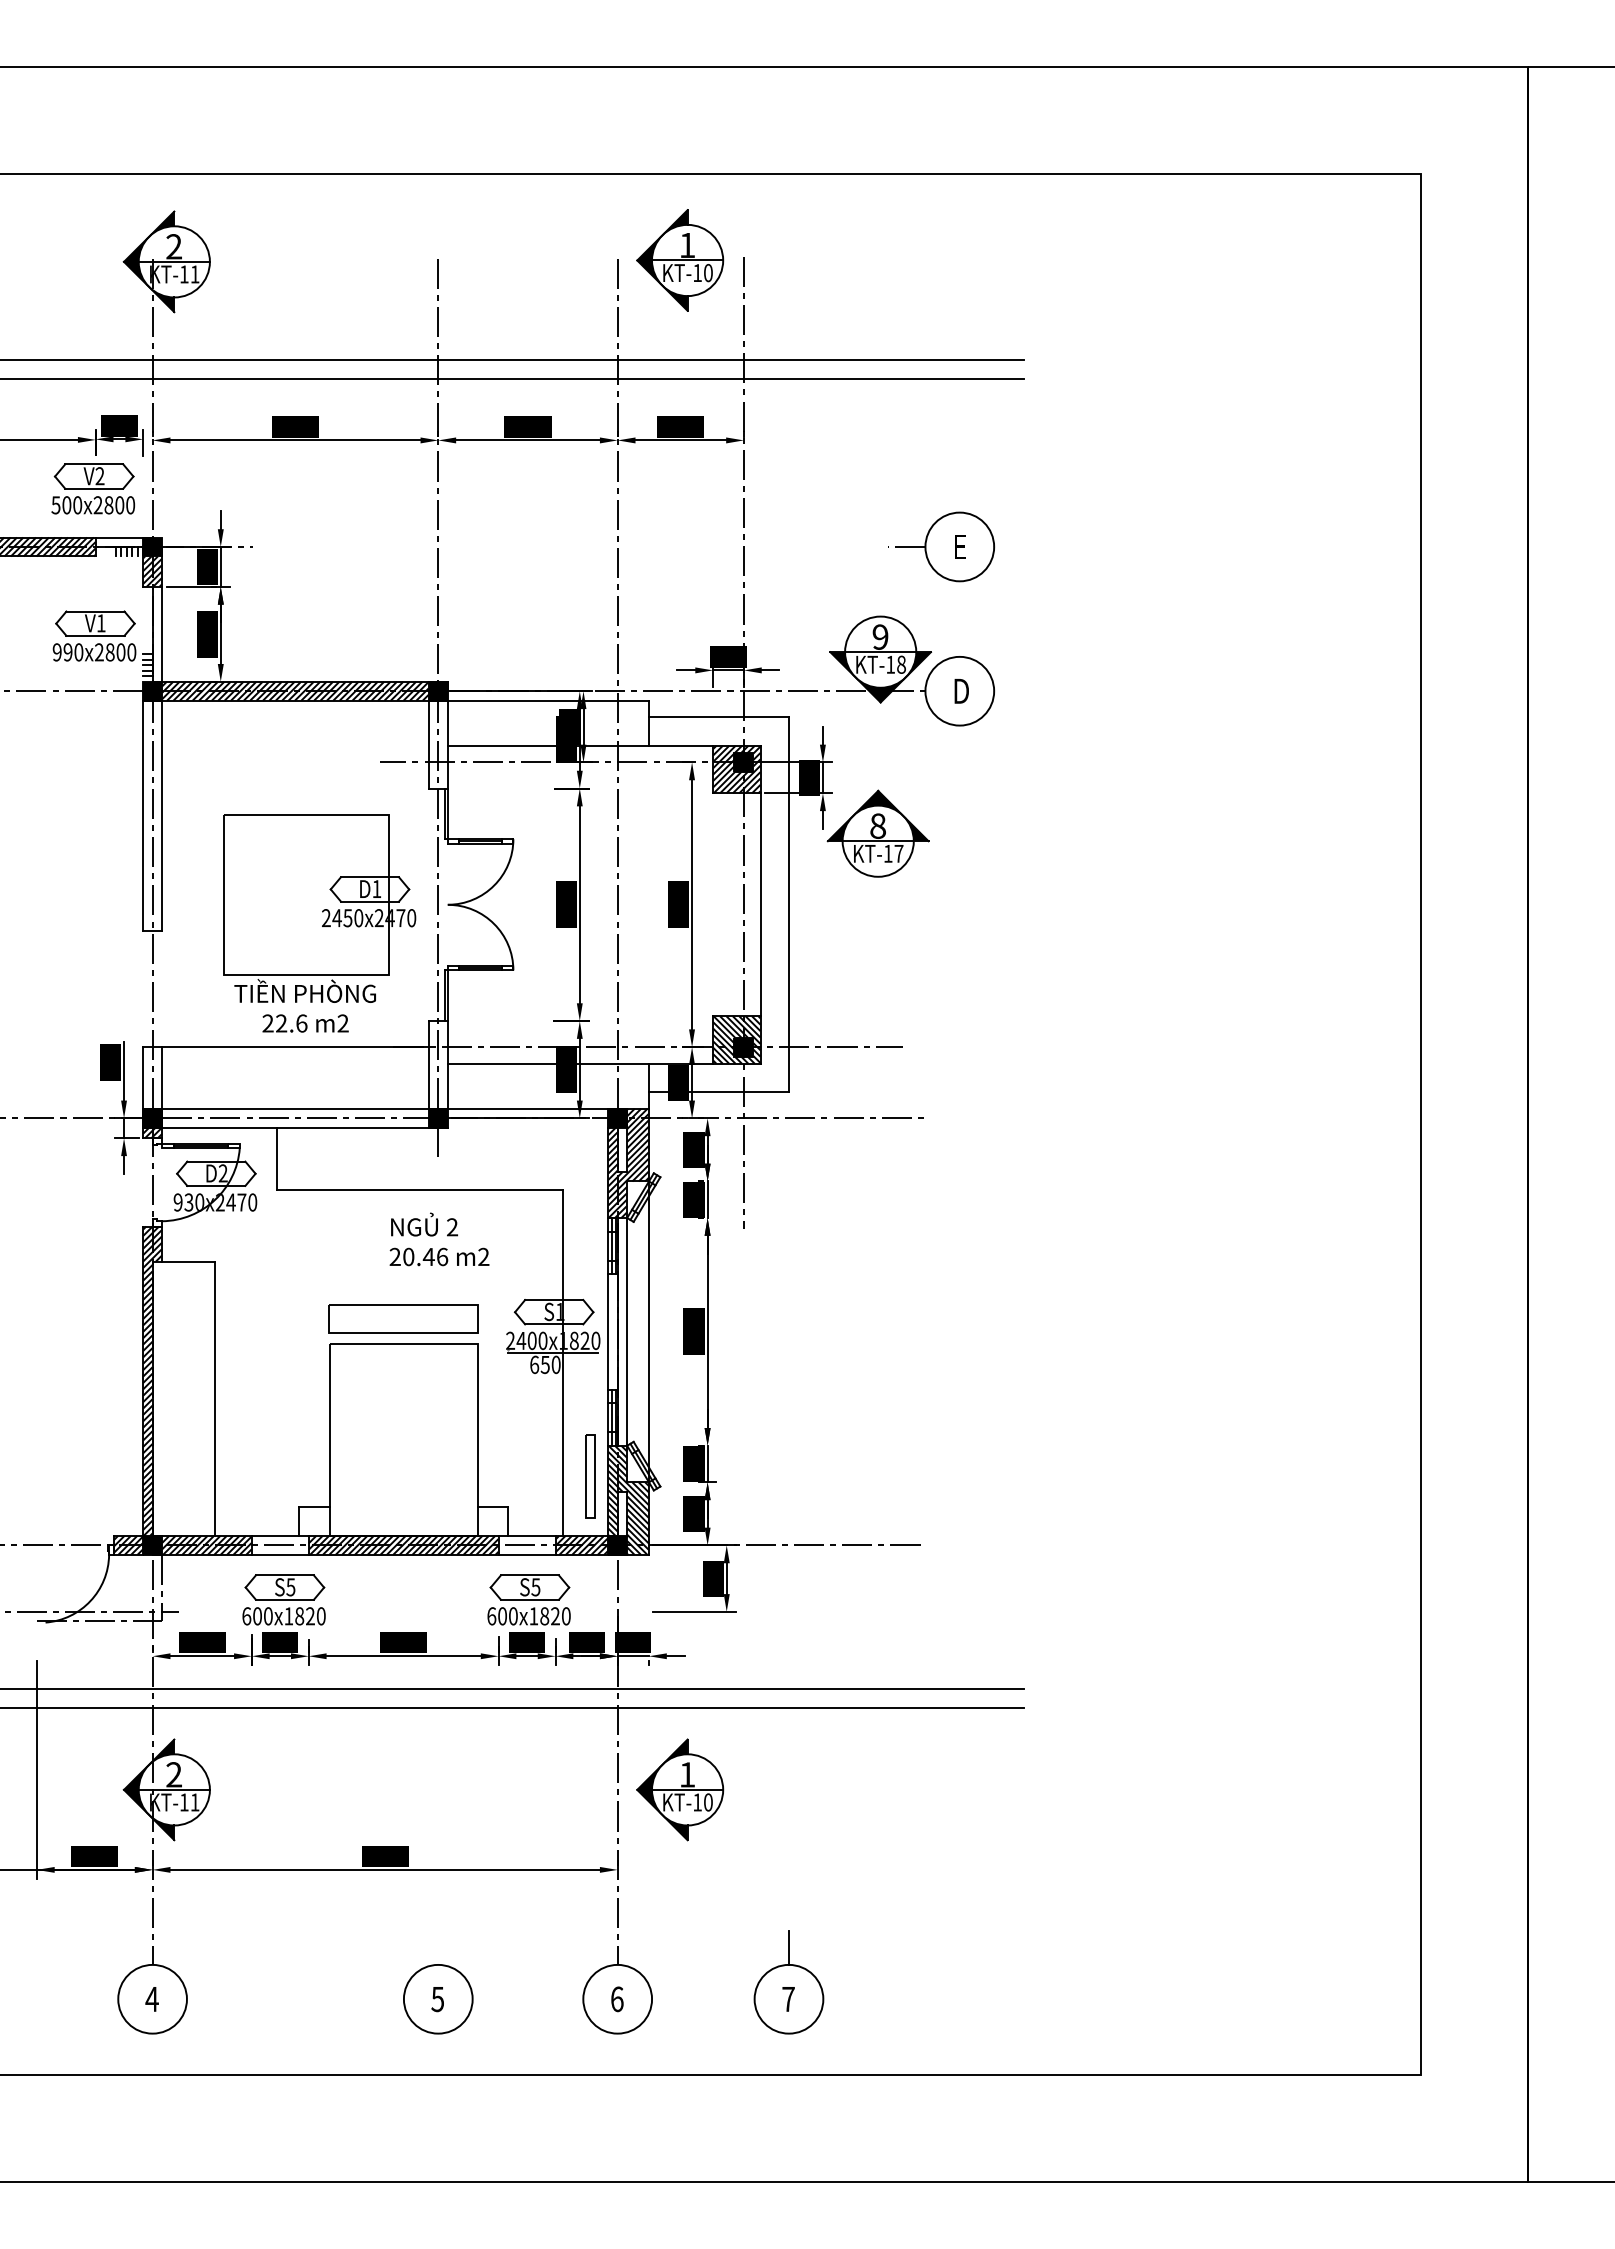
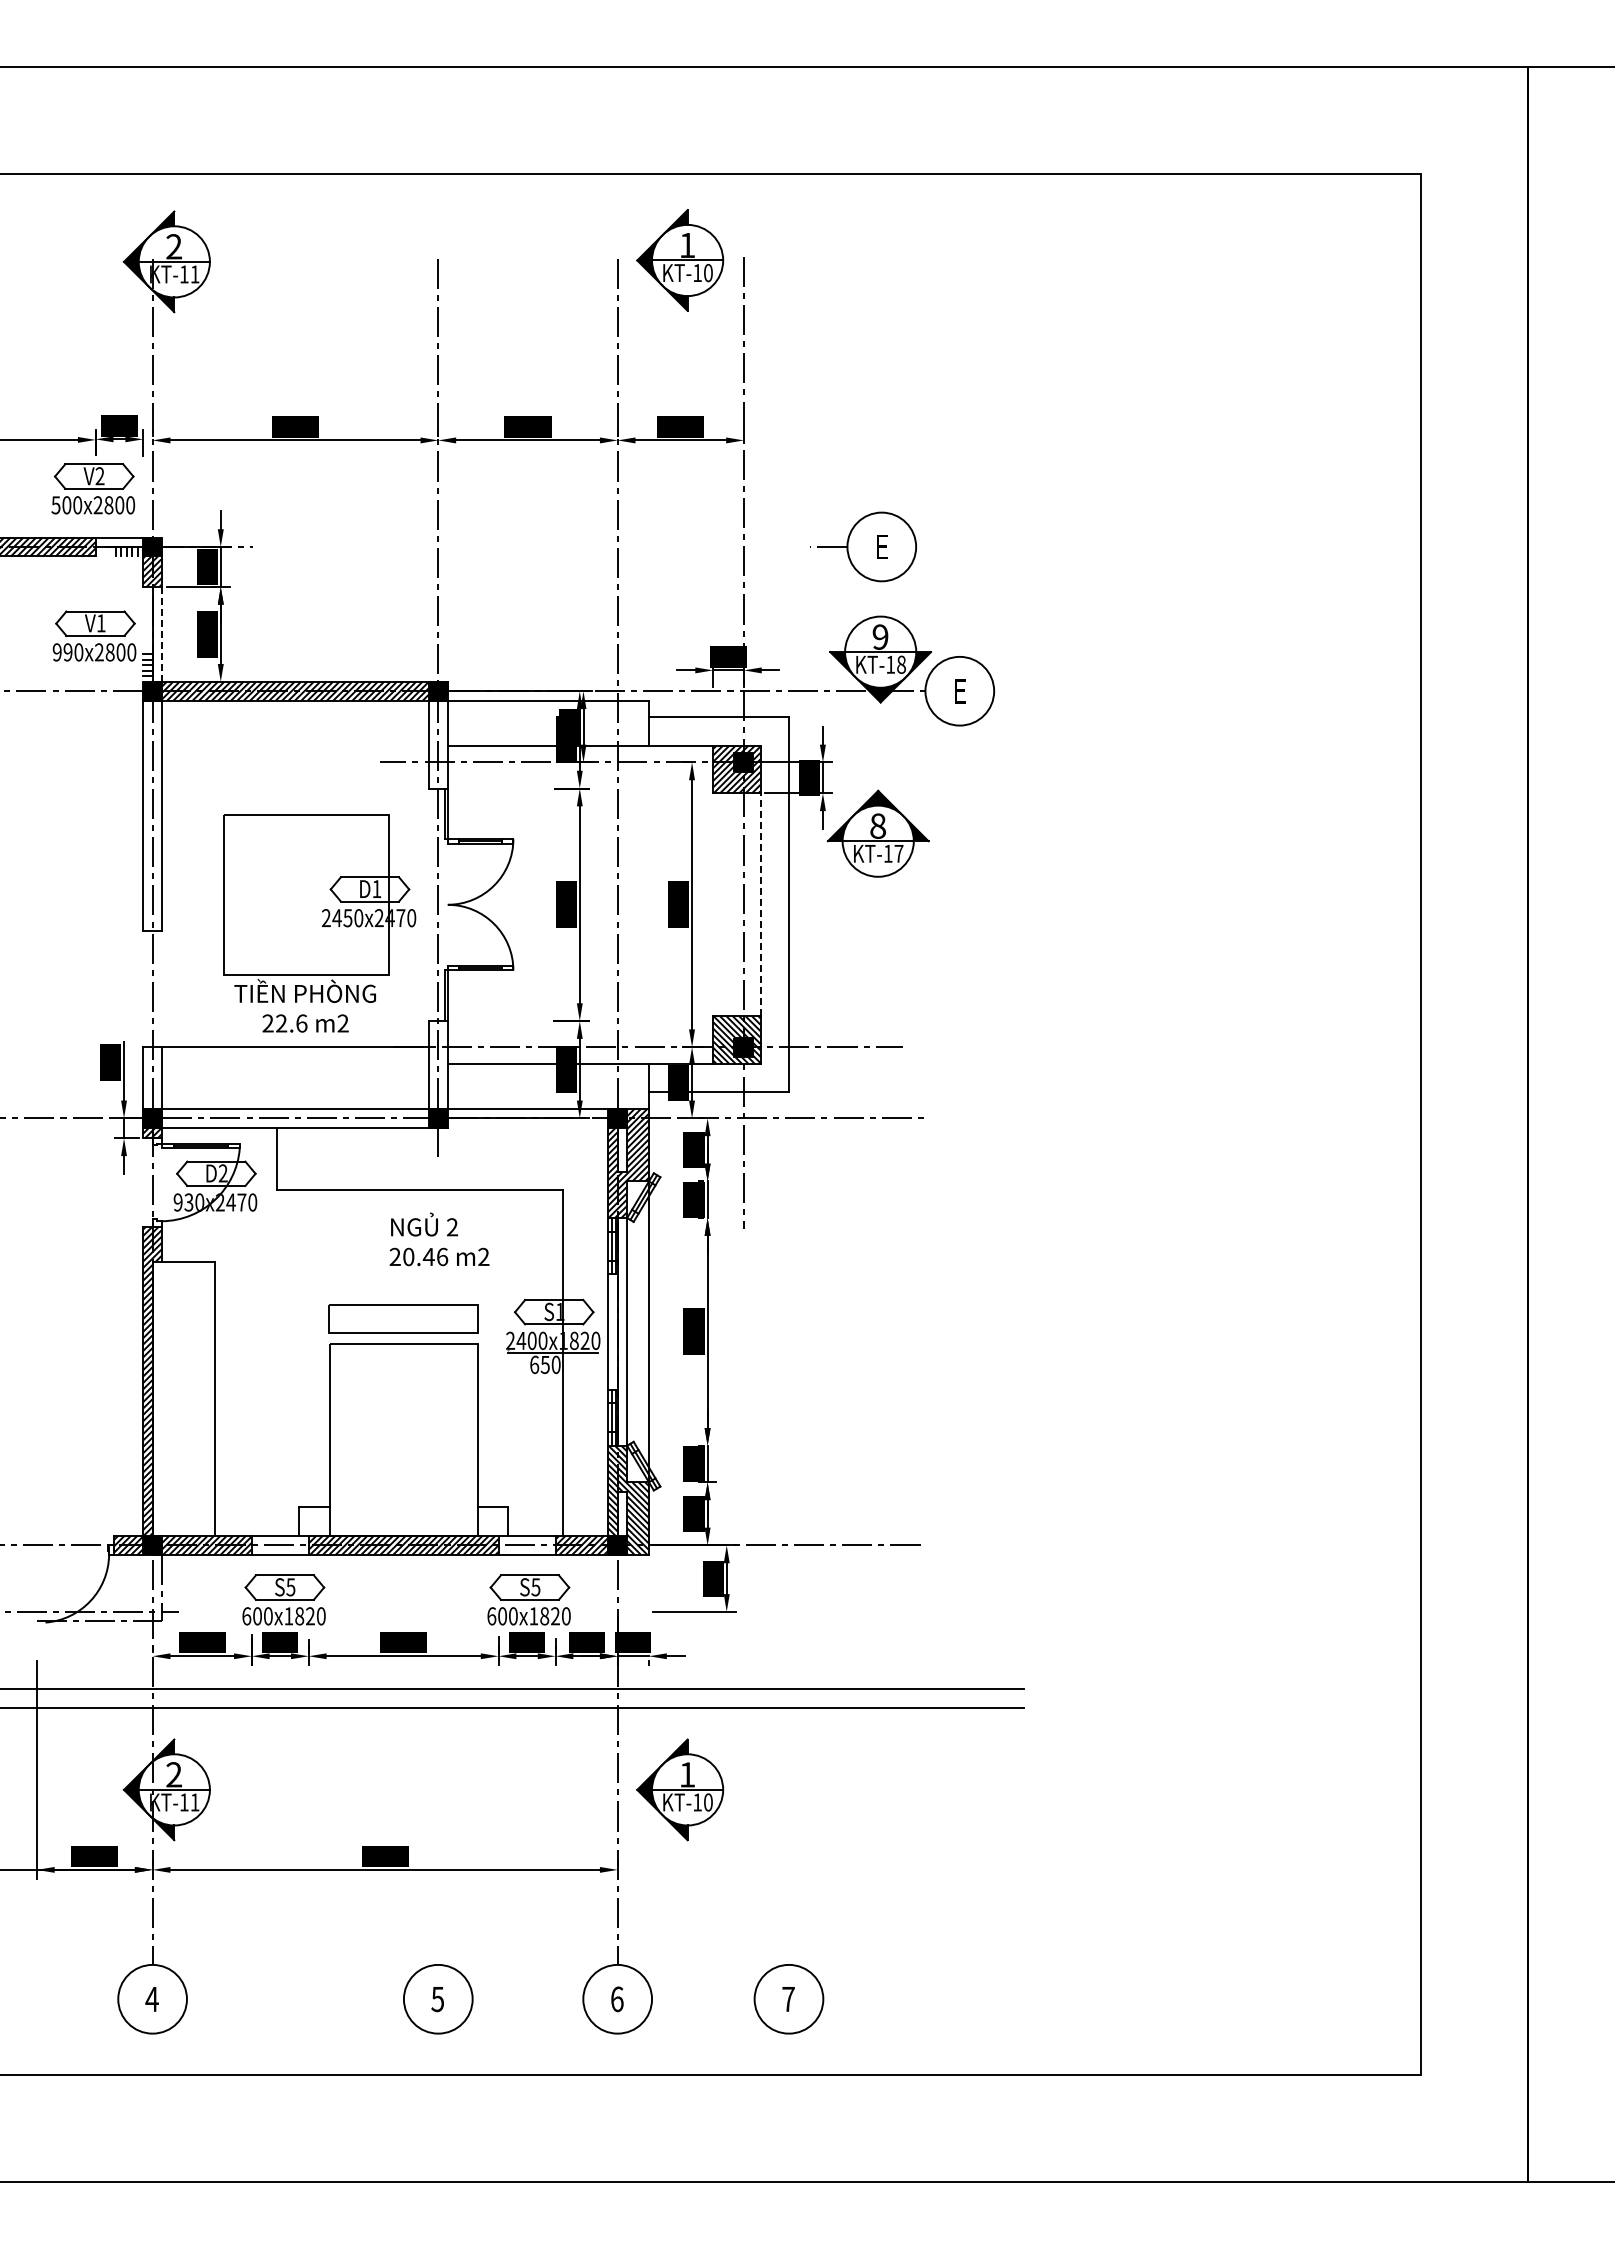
line at (513, 360): present -> none
line at (513, 379): present -> none
part at (941, 546) position: (941, 546) -> (863, 546)
line at (162, 634): solid -> dashed
text at (961, 690): D -> E
line at (760, 904): solid -> dashed
part at (590, 1476): present -> none
line at (788, 1947): present -> none
